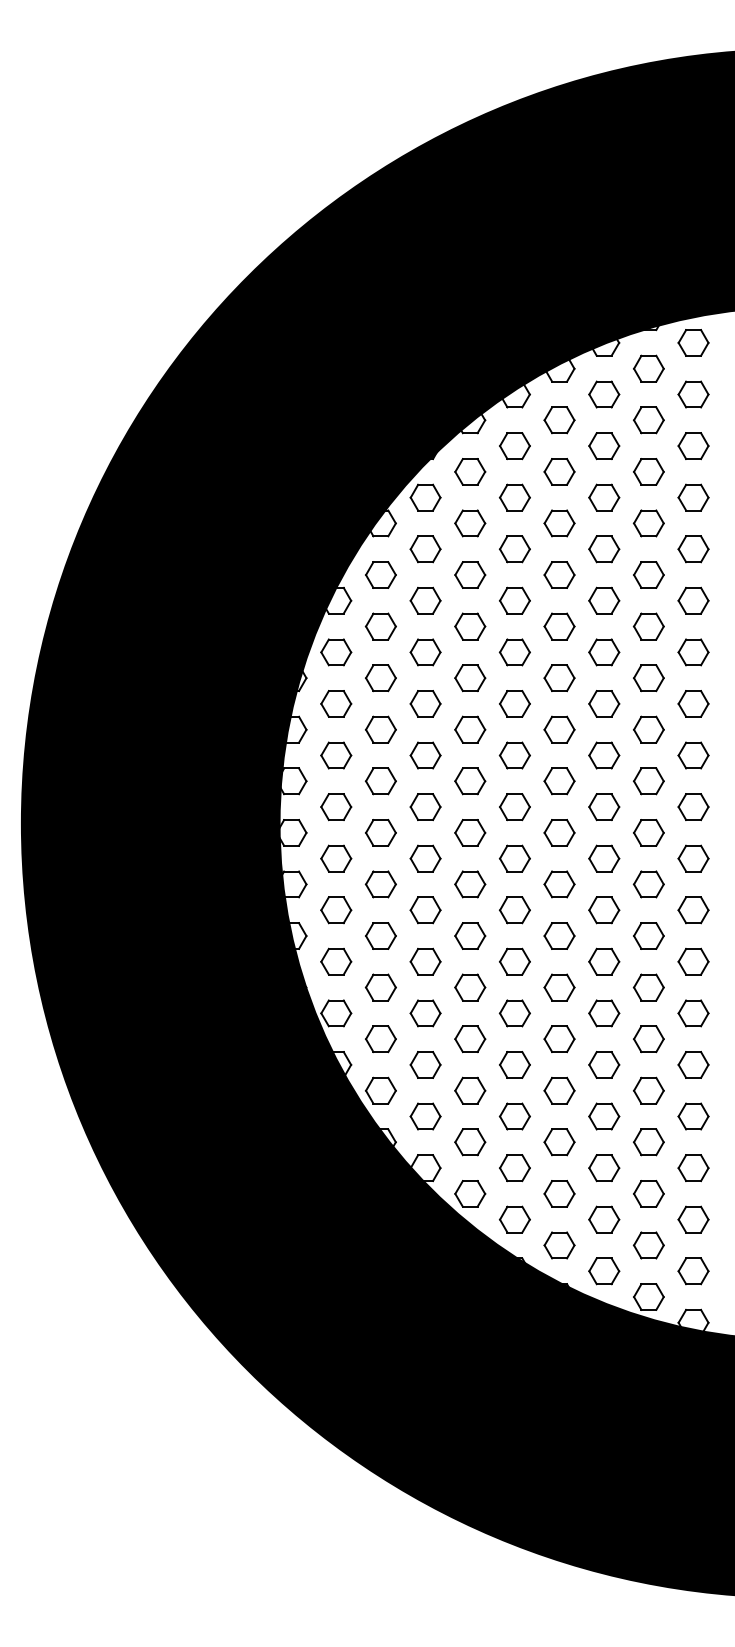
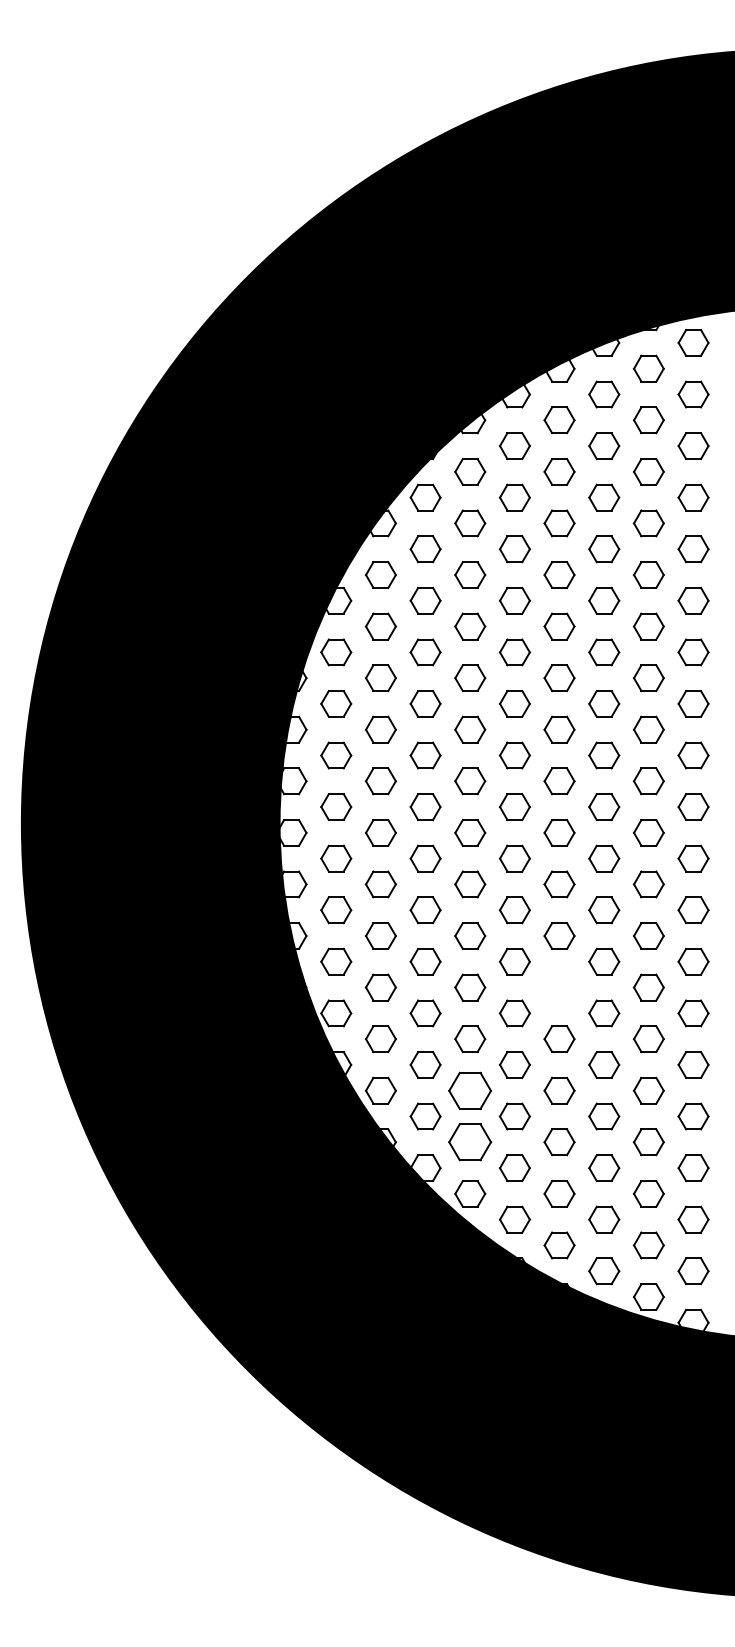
part at (559, 987): present -> none
part at (470, 1090) size: 33x29 px -> 45x39 px
part at (470, 1142) size: 33x29 px -> 45x39 px
